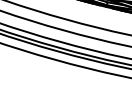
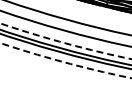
arc at (66, 43): solid -> dashed
arc at (66, 62): solid -> dashed
